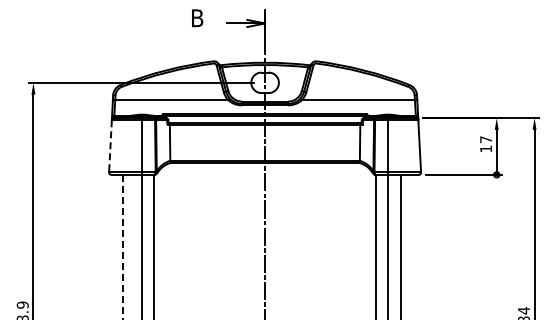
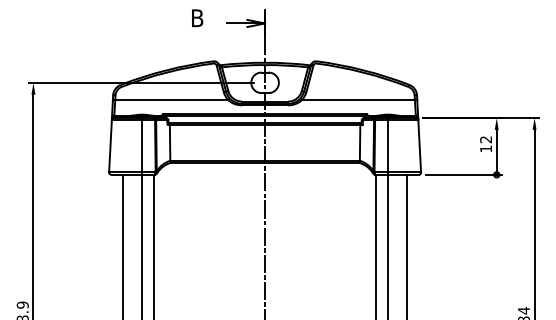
text at (485, 139): 17 -> 12
line at (110, 146): dashed -> solid
line at (401, 245) position: (401, 245) -> (407, 245)
line at (123, 247): dashed -> solid
